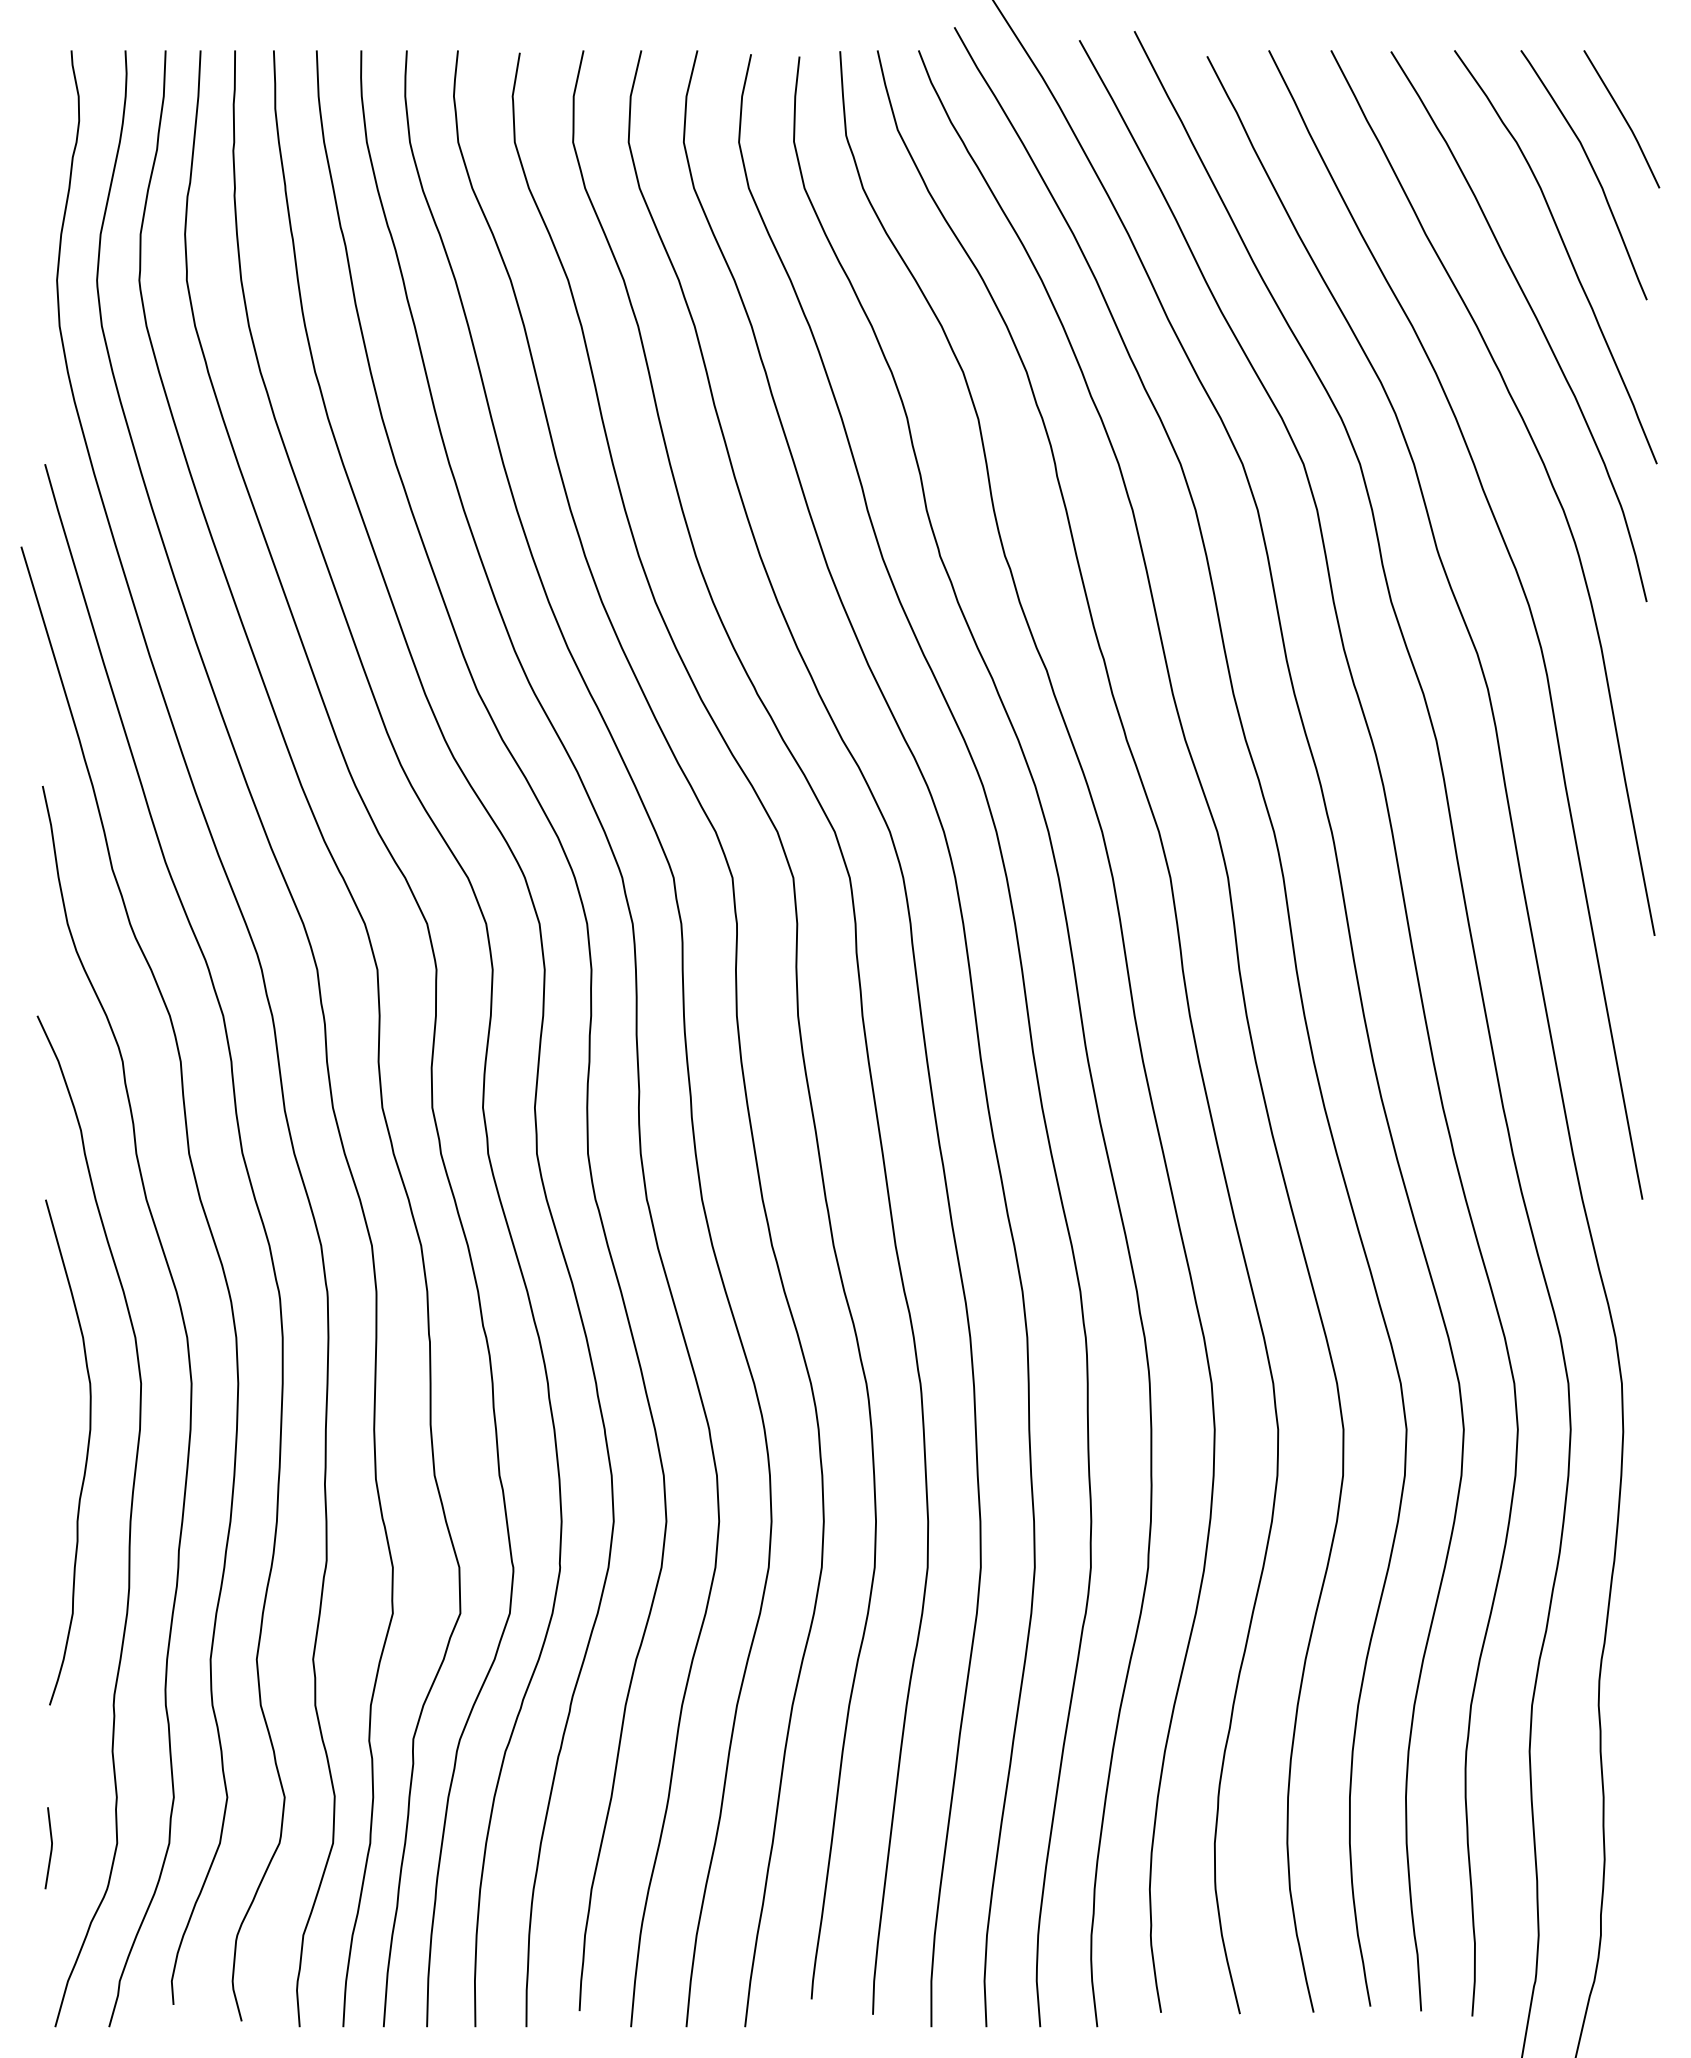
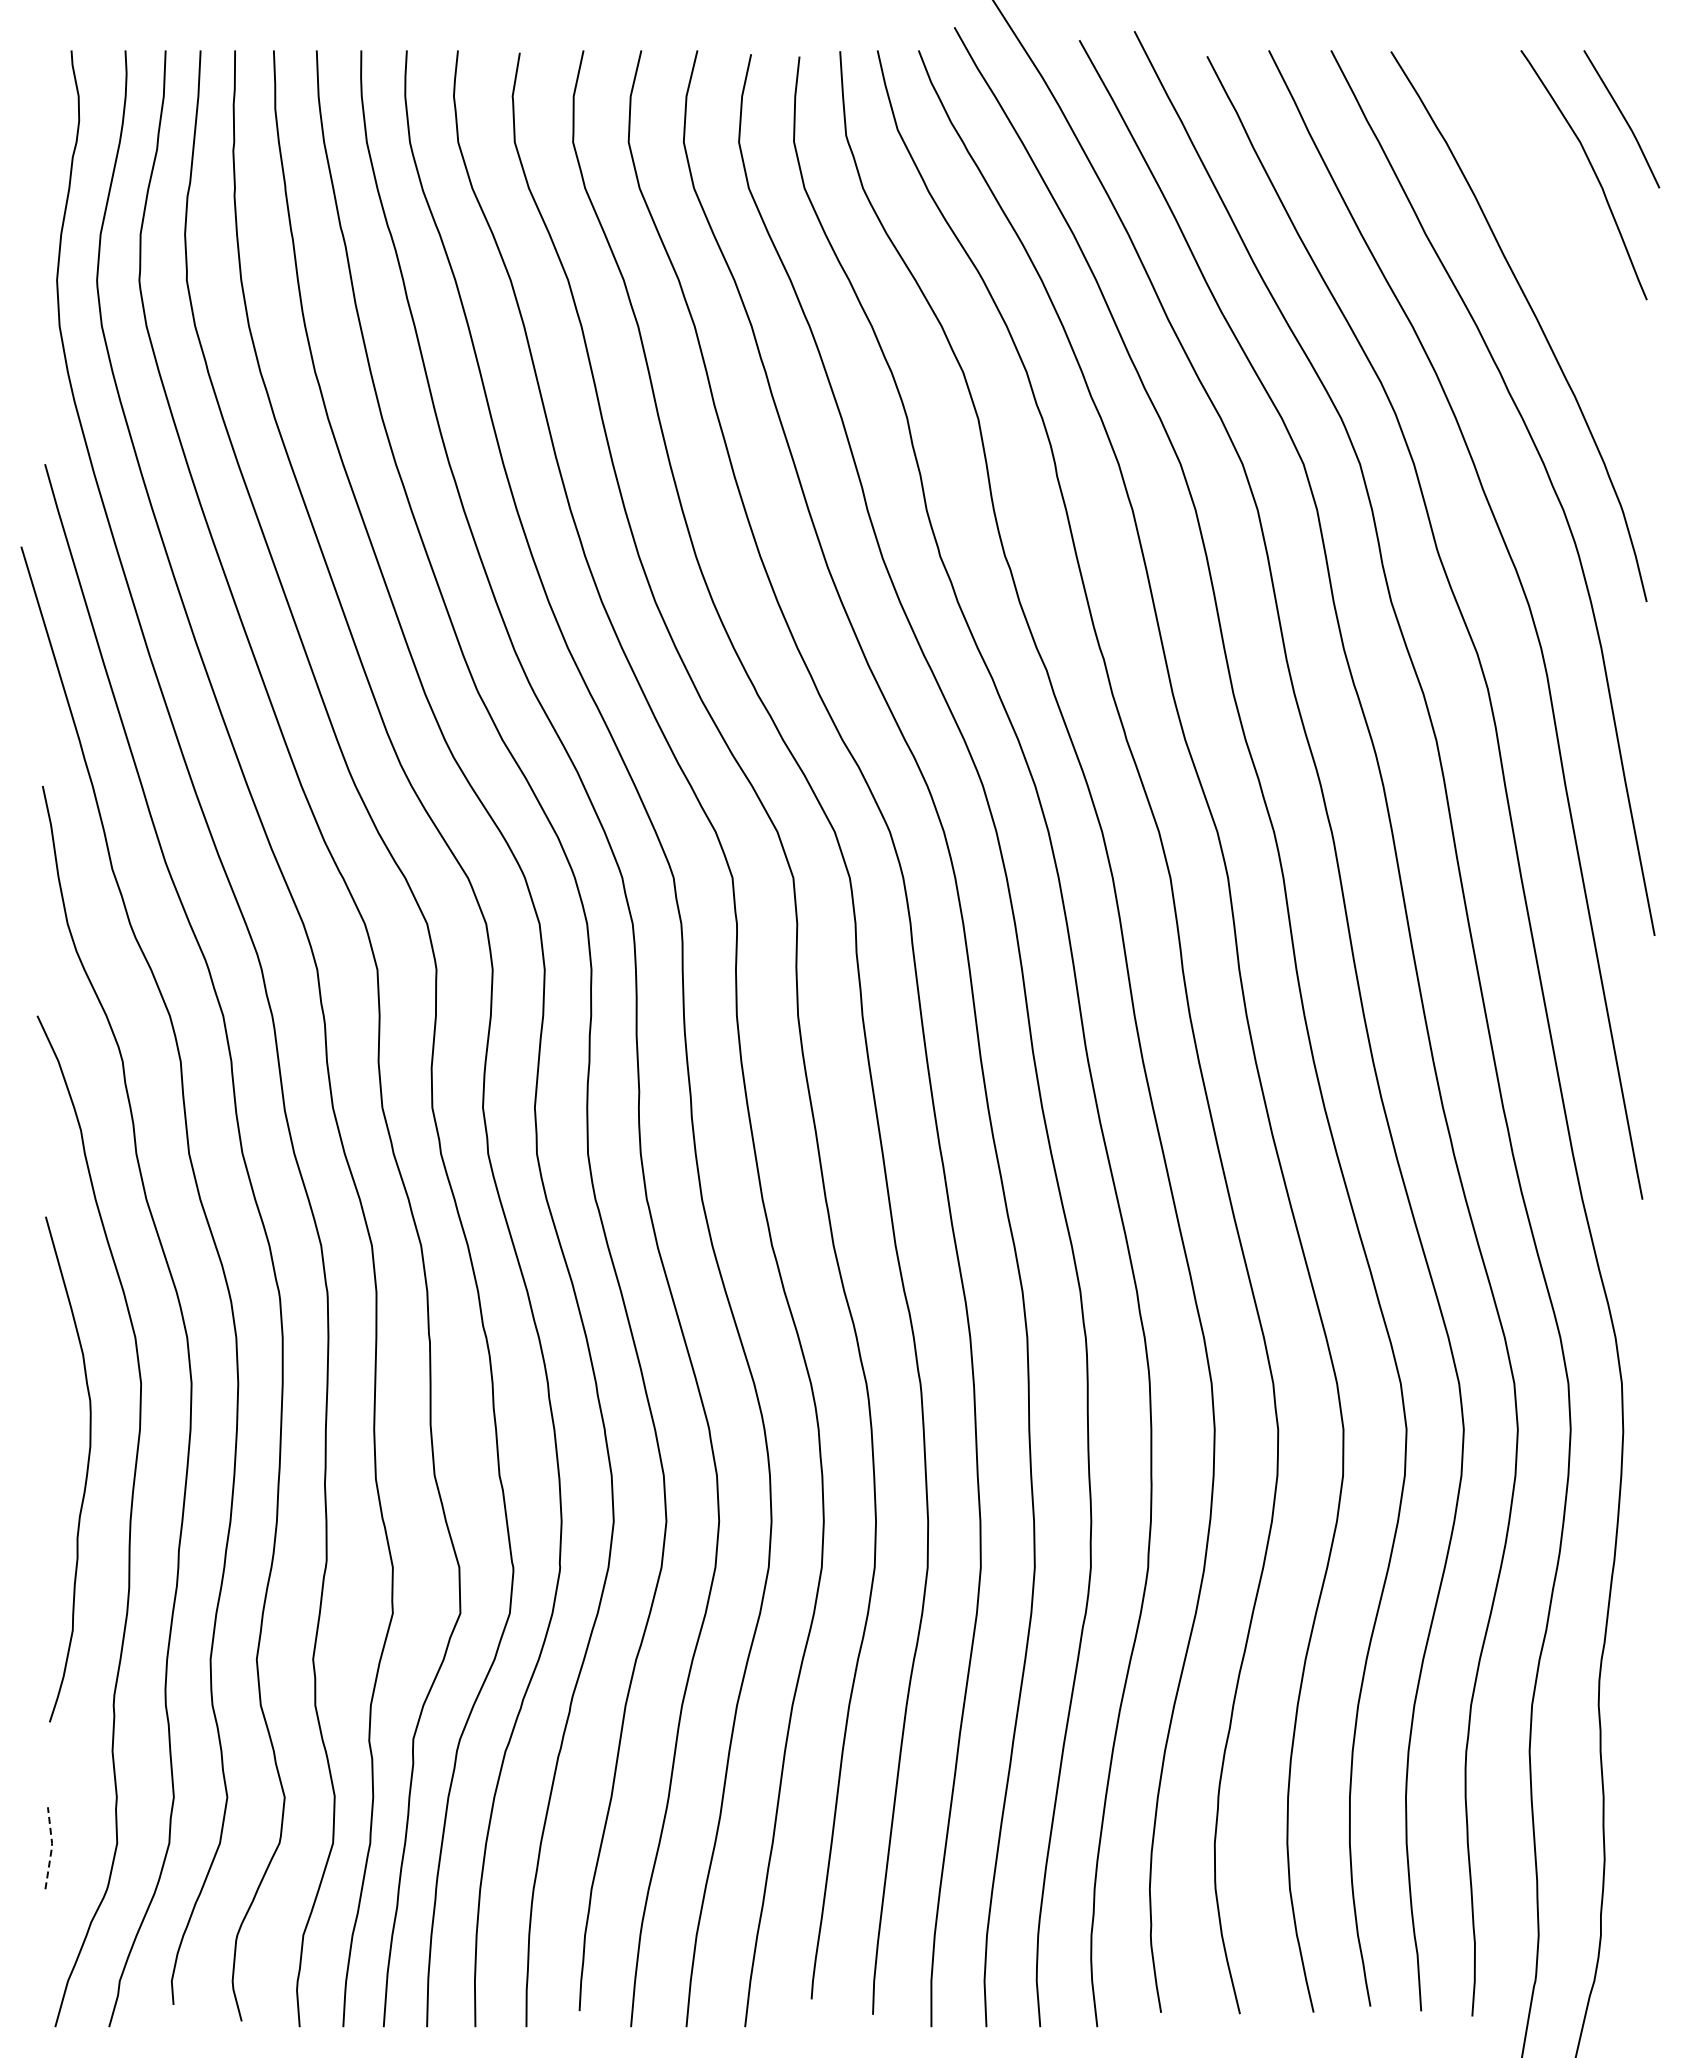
curve at (1566, 253): present -> none
curve at (86, 1452) position: (86, 1452) -> (86, 1469)
line at (51, 1847): solid -> dashed
